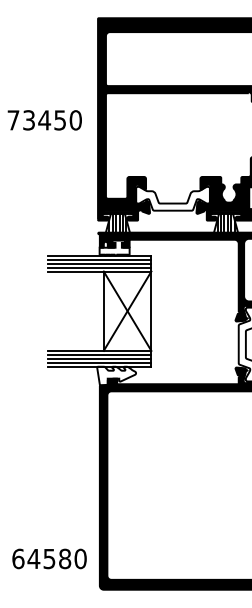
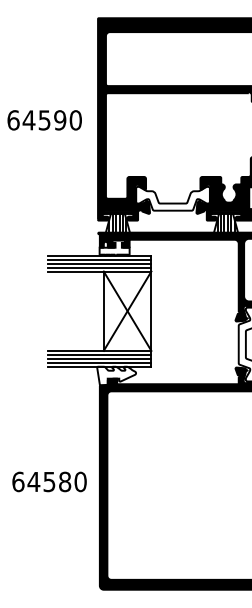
text at (36, 120): 73450 -> 64590
text at (49, 558) position: (49, 558) -> (49, 481)
